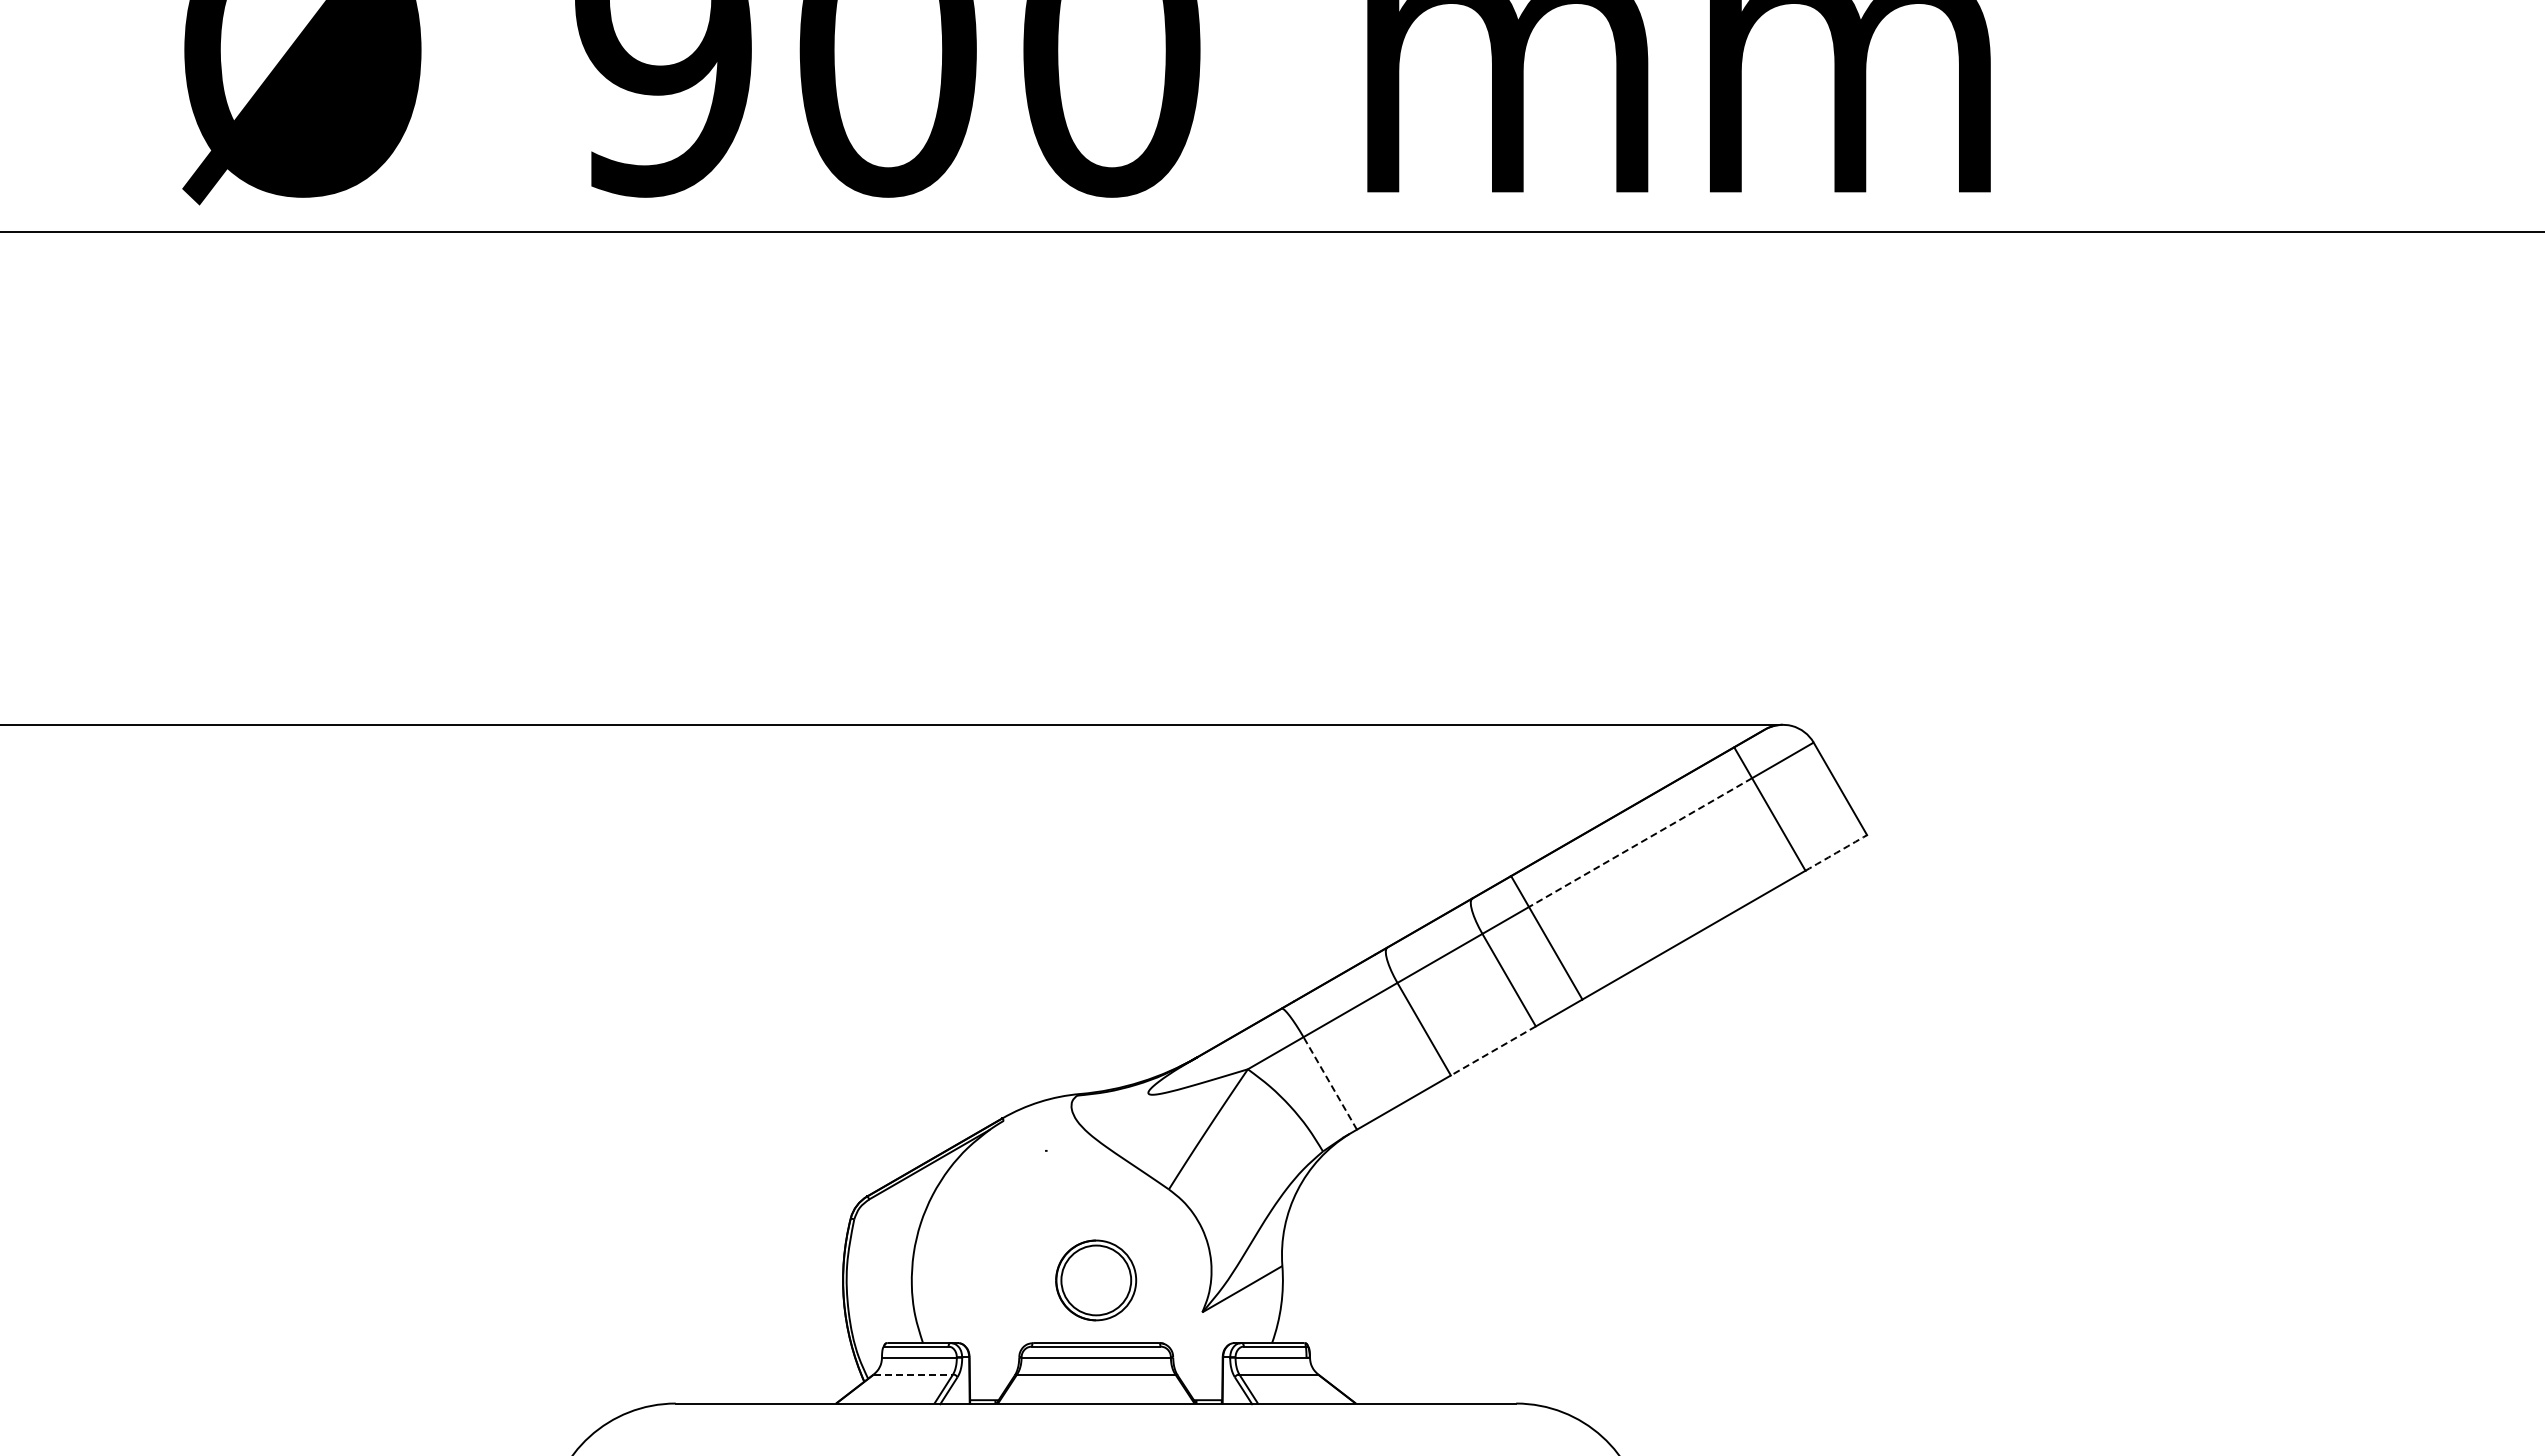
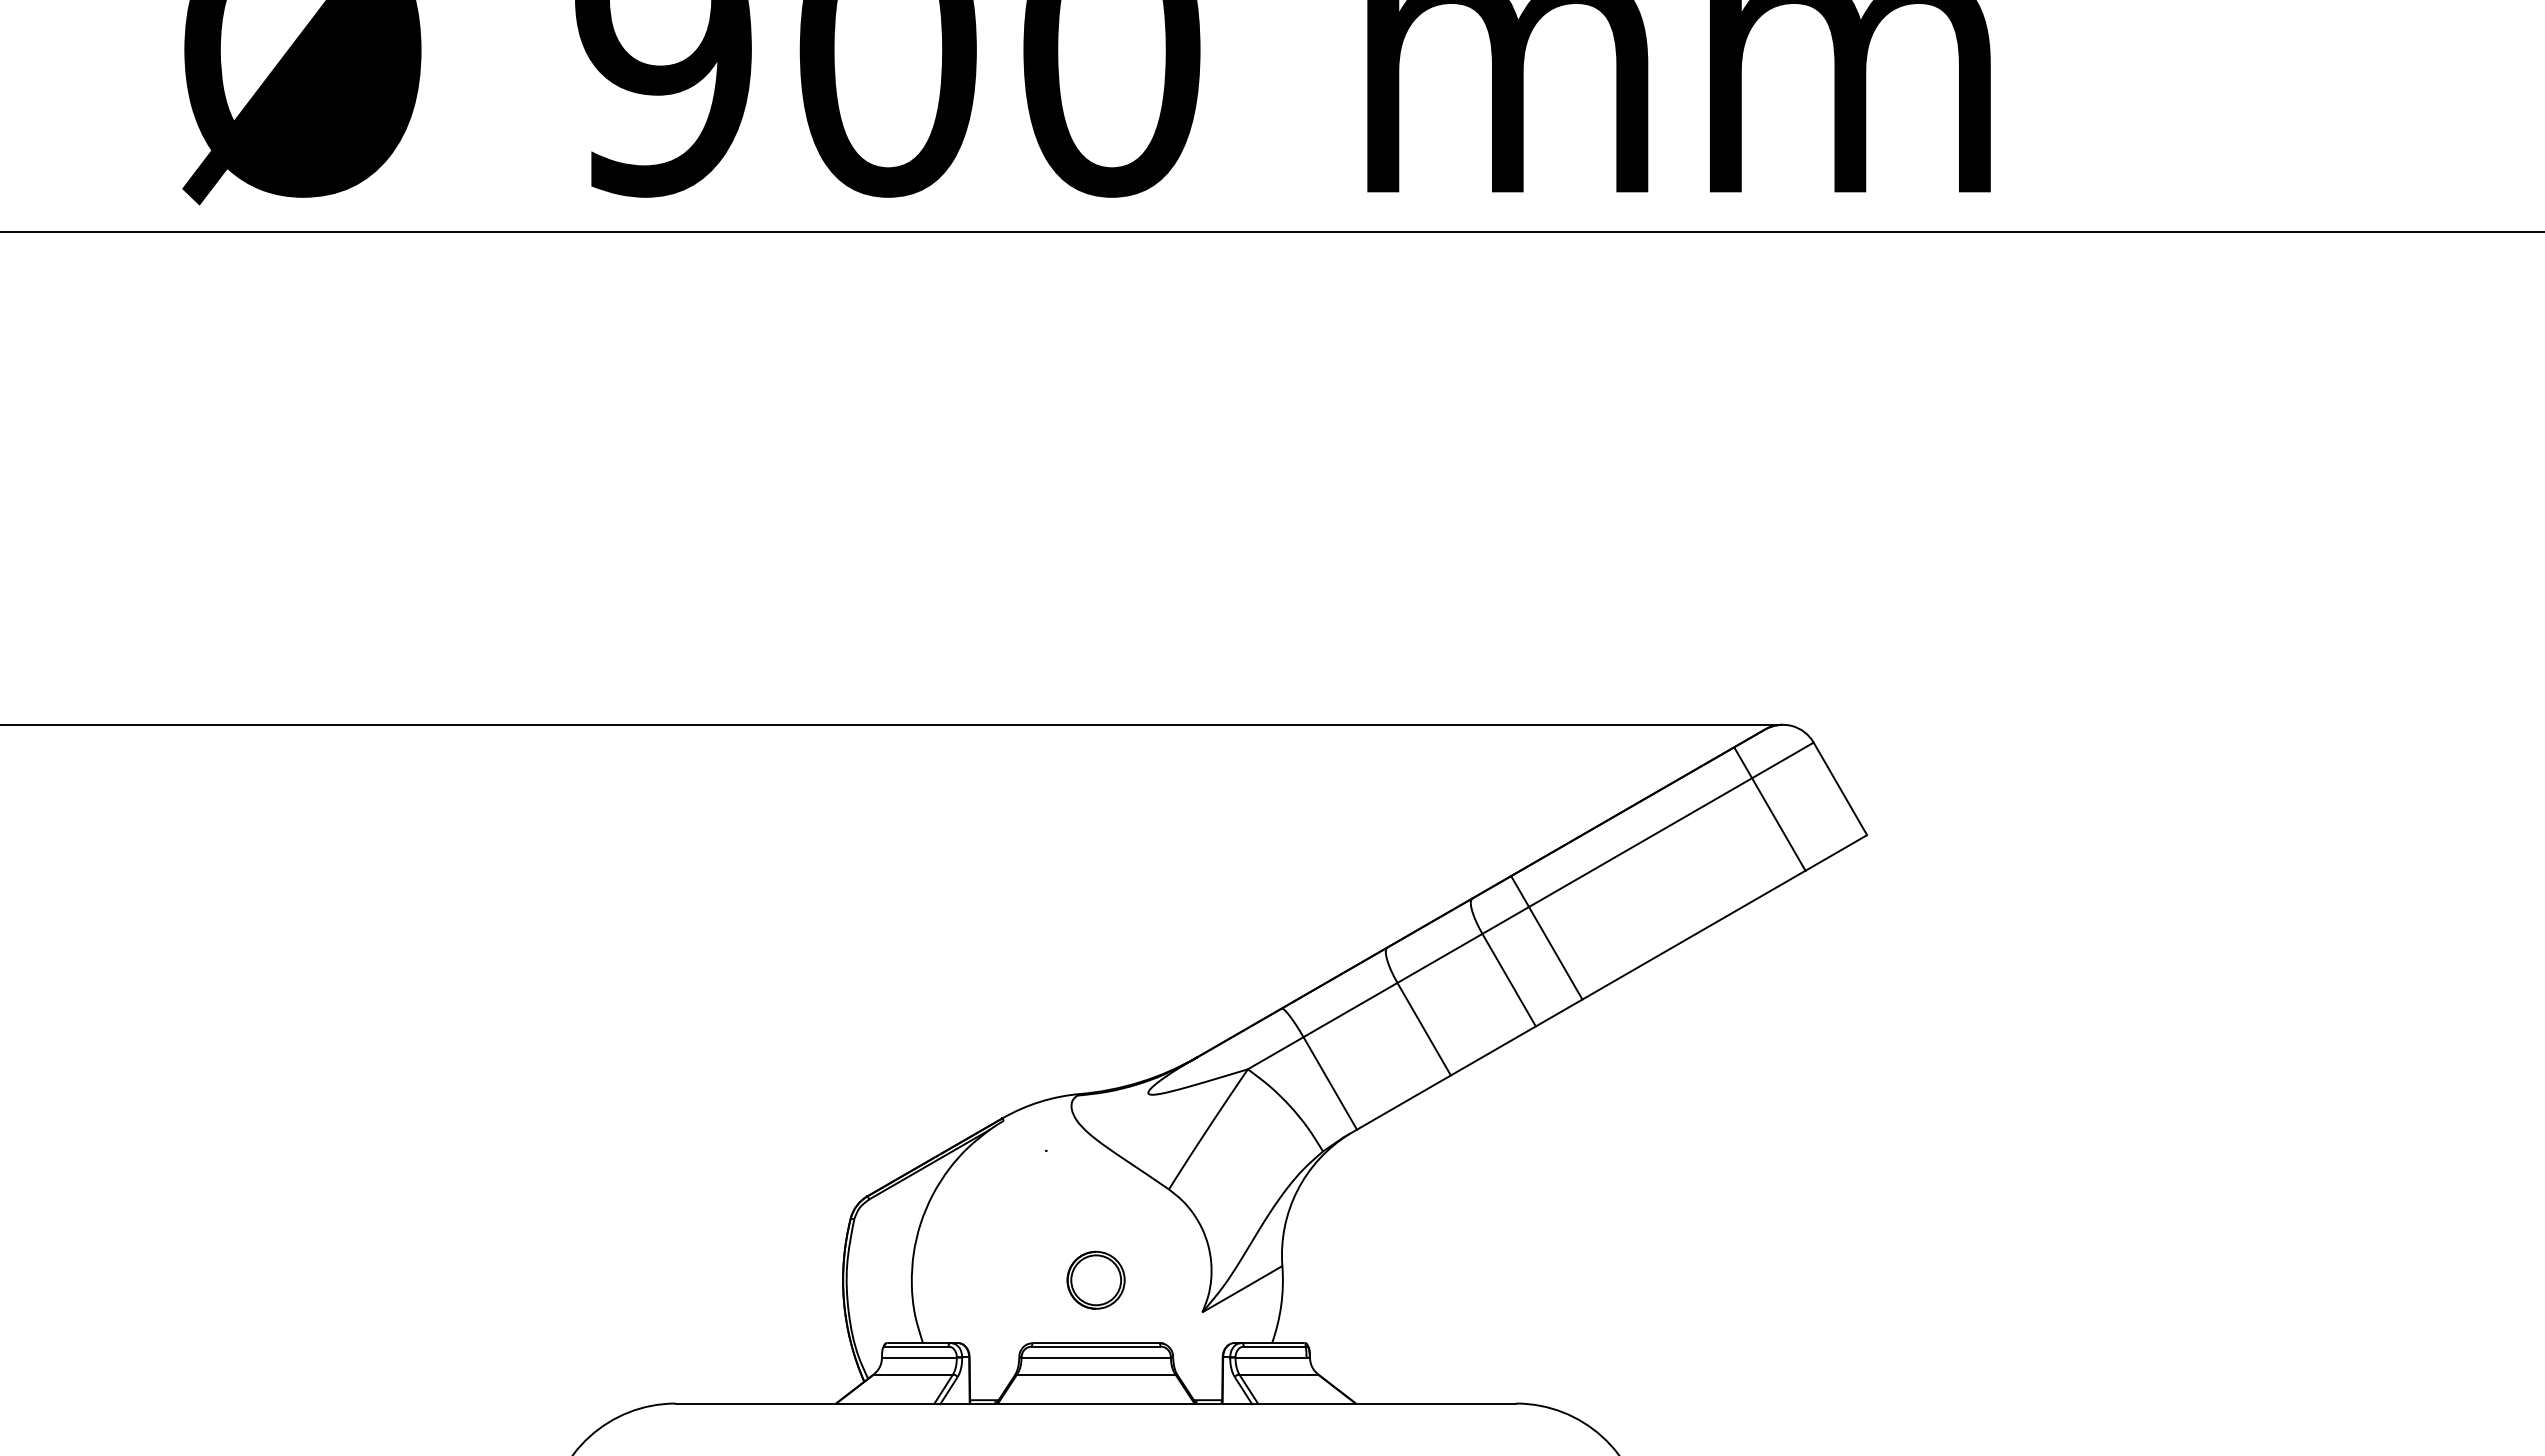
line at (1640, 842): dashed -> solid
arc at (1836, 852): dashed -> solid
line at (1492, 1051): dashed -> solid
line at (1330, 1082): dashed -> solid
part at (1096, 1280) size: 83x83 px -> 60x60 px
line at (913, 1374): dashed -> solid
